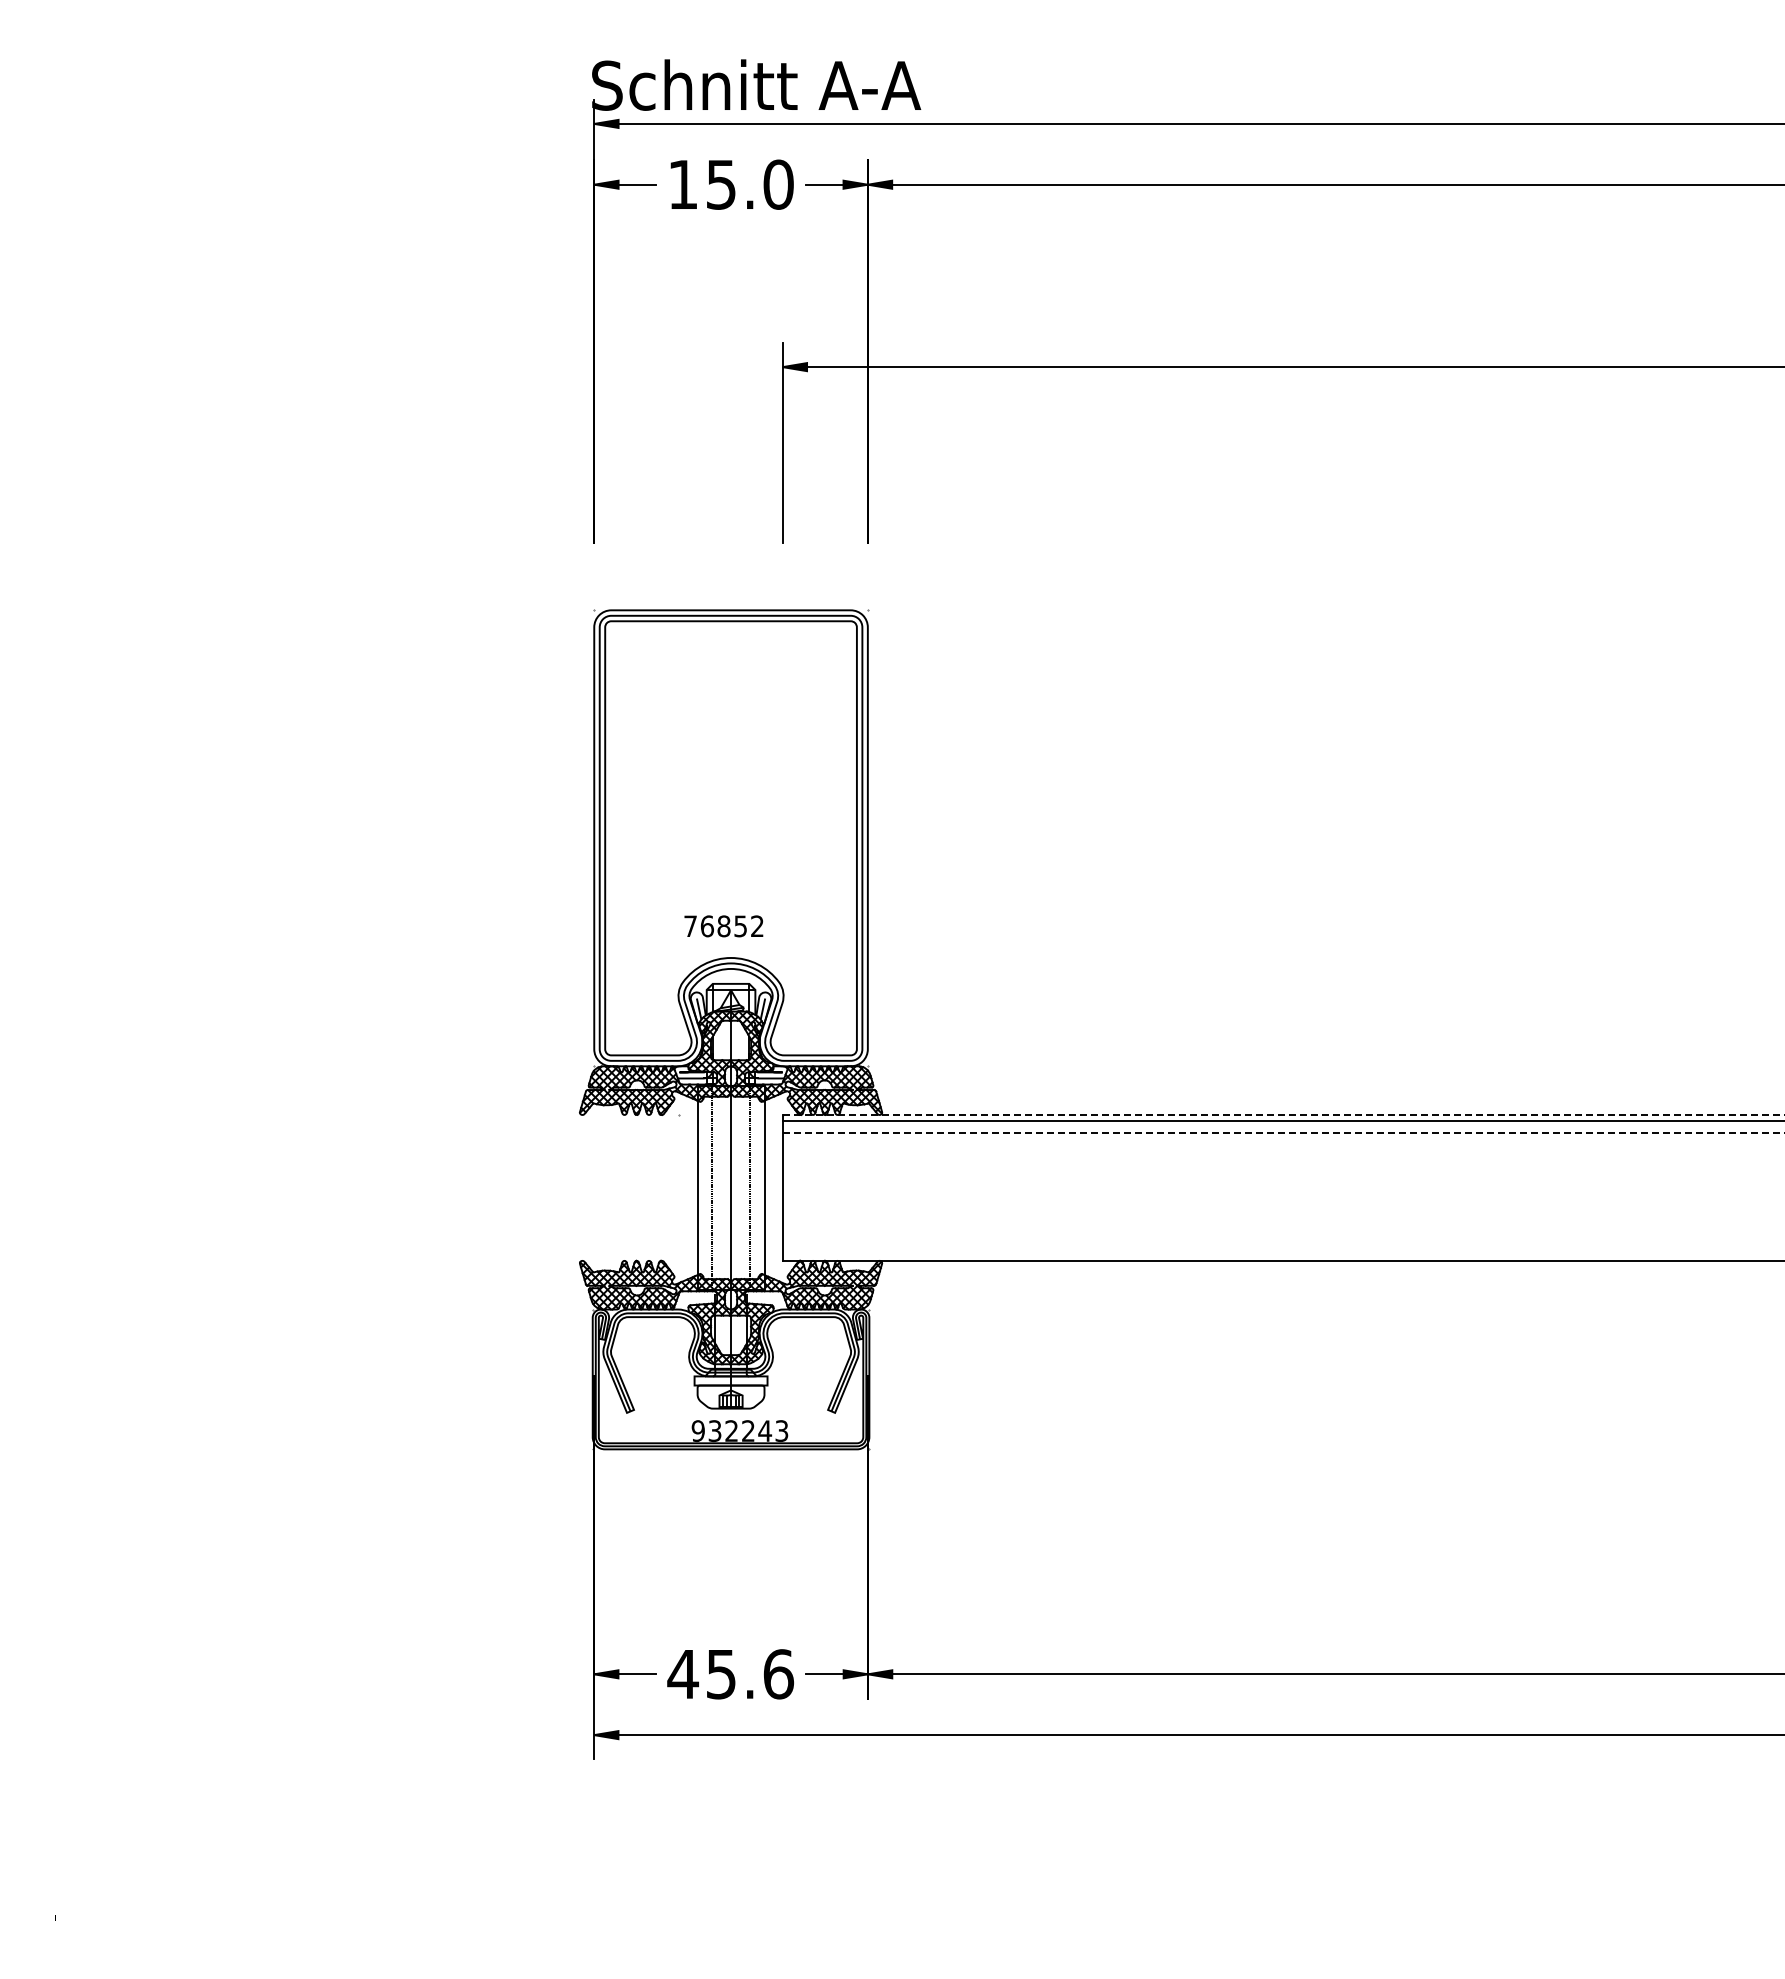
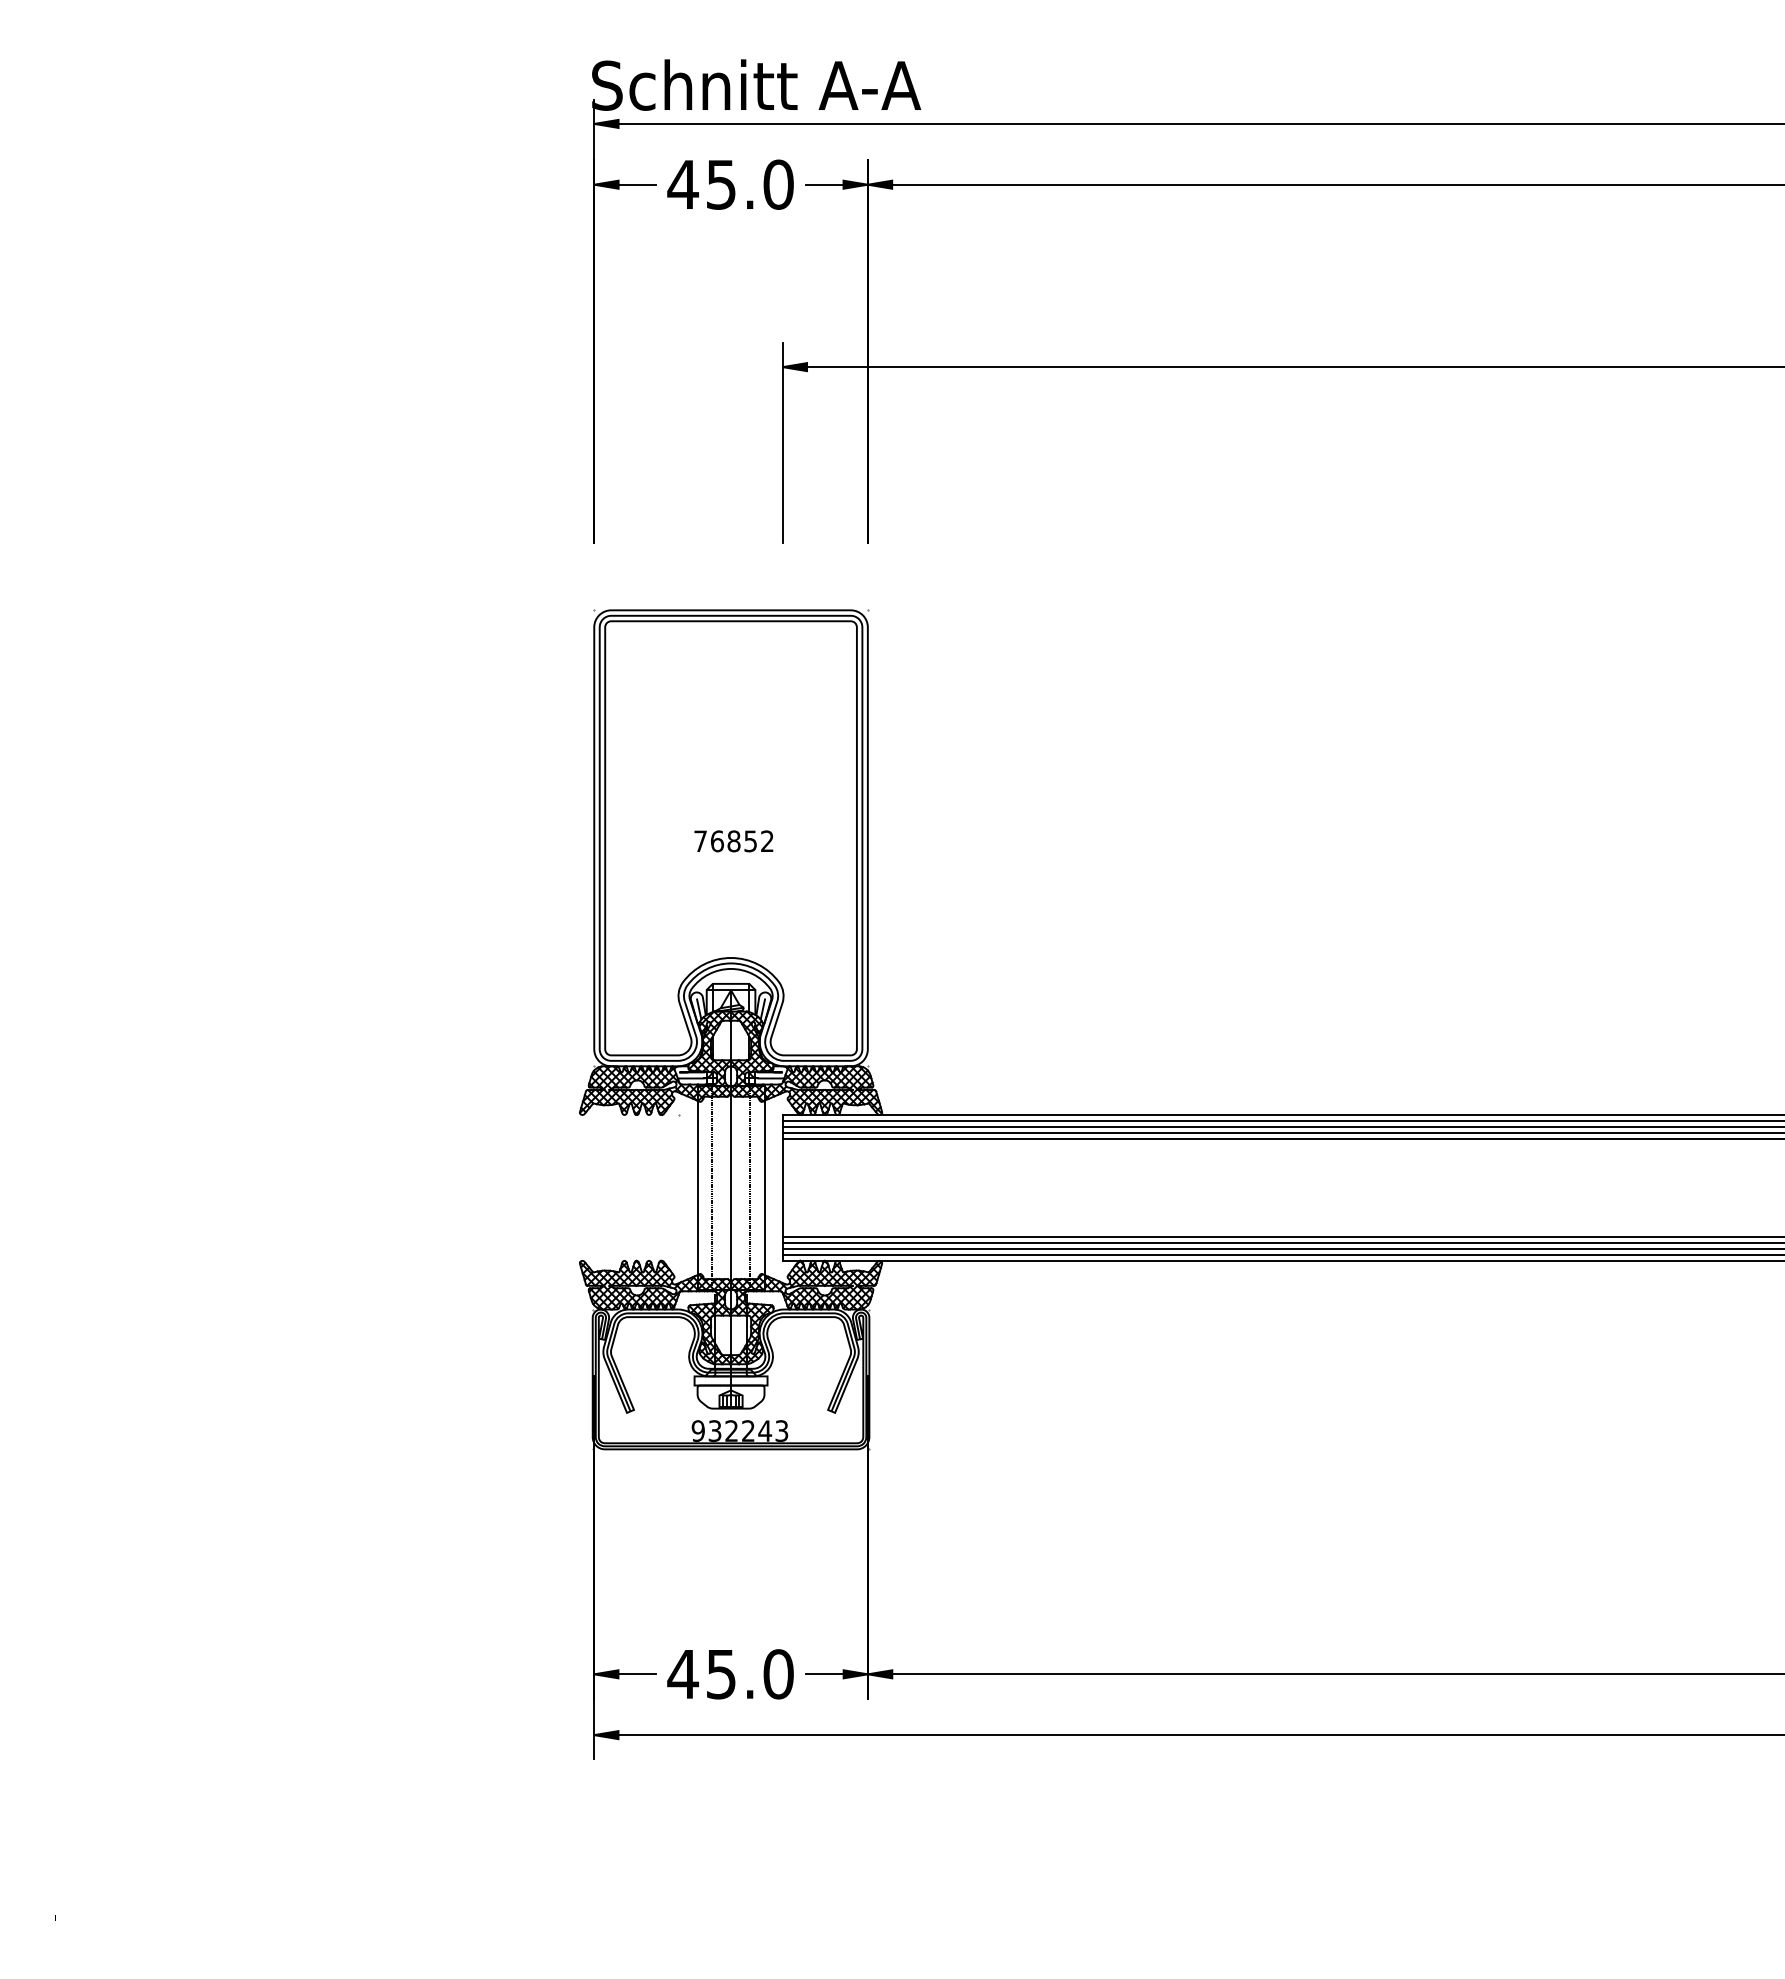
text at (682, 184): 15.0 -> 45.0
text at (723, 926) position: (723, 926) -> (733, 841)
line at (1283, 1114): dashed -> solid
line at (1281, 1127): none -> present
line at (1283, 1133): dashed -> solid
line at (1281, 1139): none -> present
line at (1281, 1236): none -> present
line at (1281, 1242): none -> present
line at (1281, 1248): none -> present
line at (1281, 1254): none -> present
text at (778, 1674): 45.6 -> 45.0
